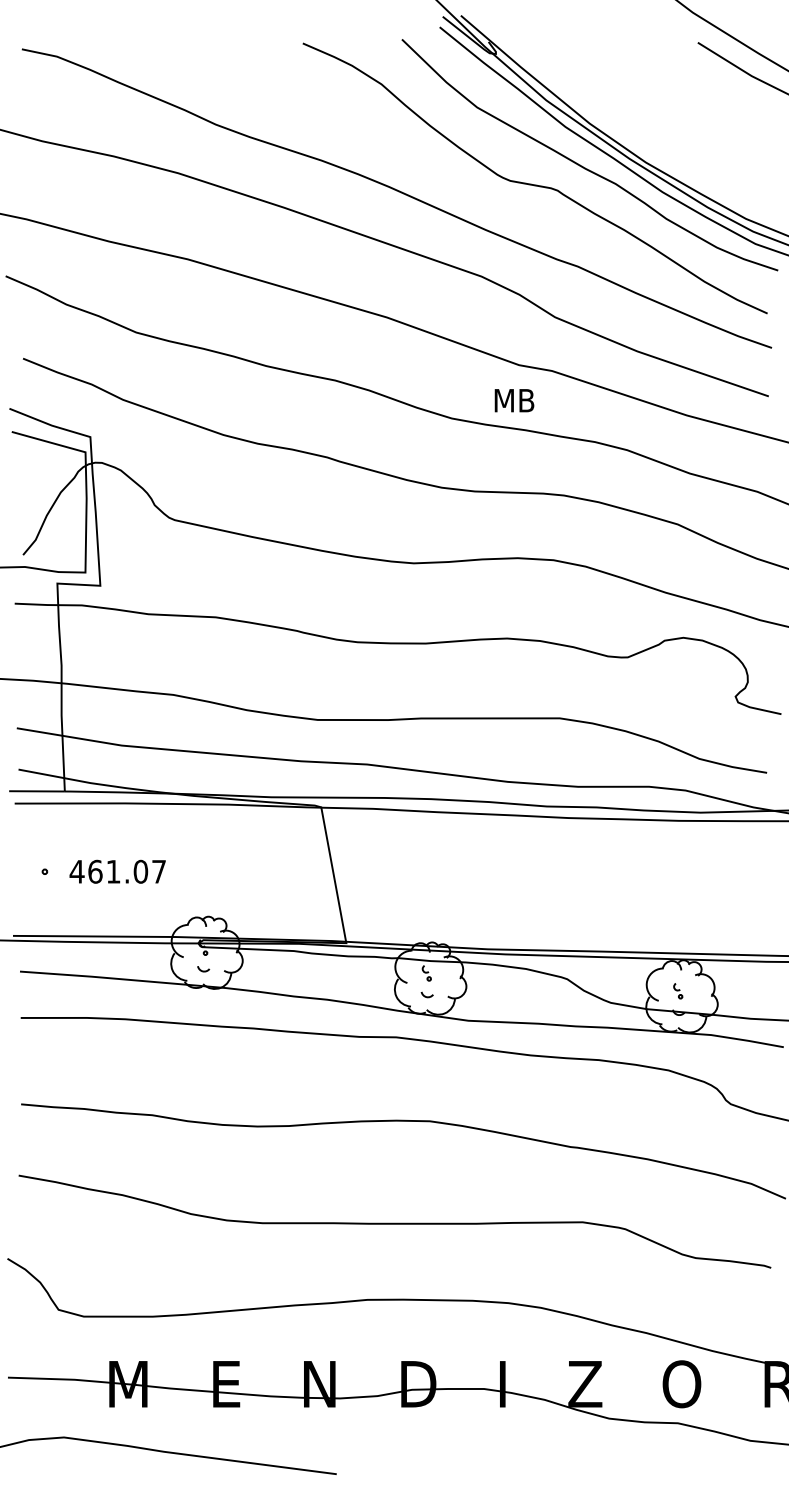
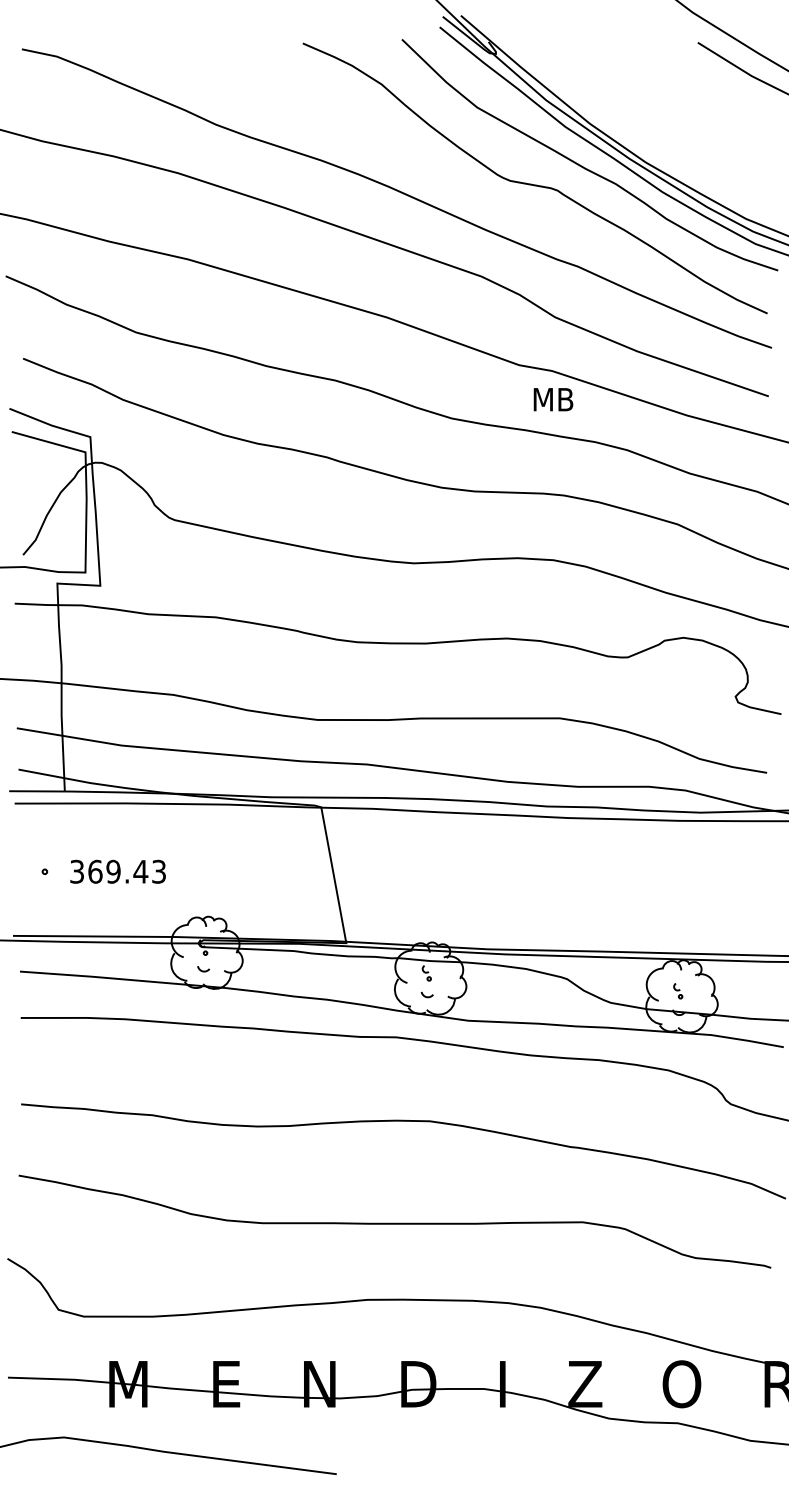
text at (514, 400) position: (514, 400) -> (553, 399)
text at (117, 871): 461.07 -> 369.43
